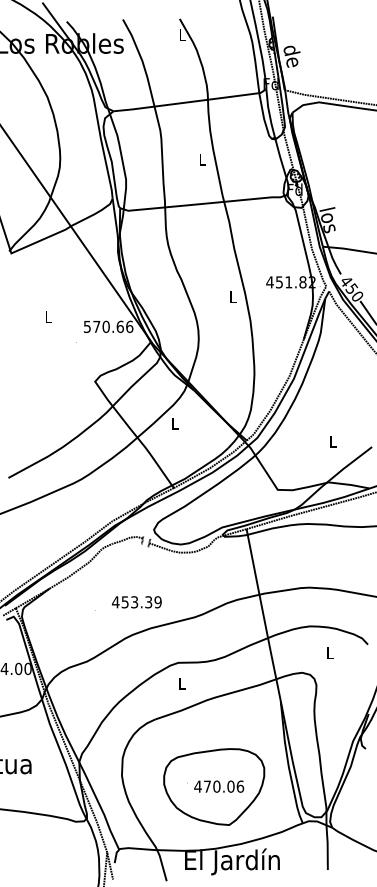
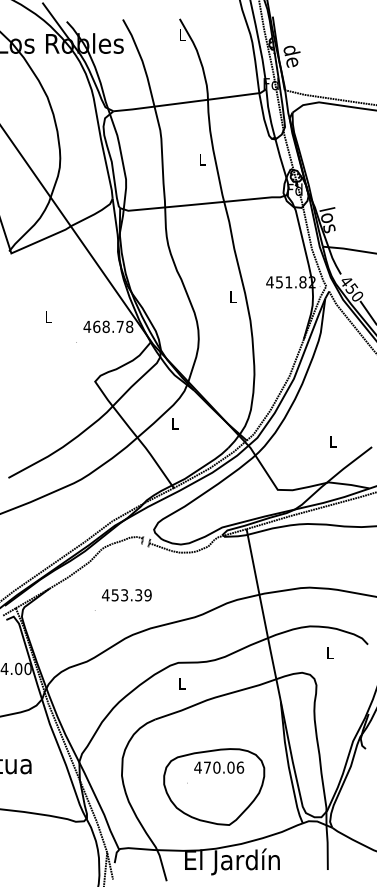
text at (108, 326): 570.66 -> 468.78
text at (136, 602) position: (136, 602) -> (126, 595)
text at (219, 786) position: (219, 786) -> (219, 767)
